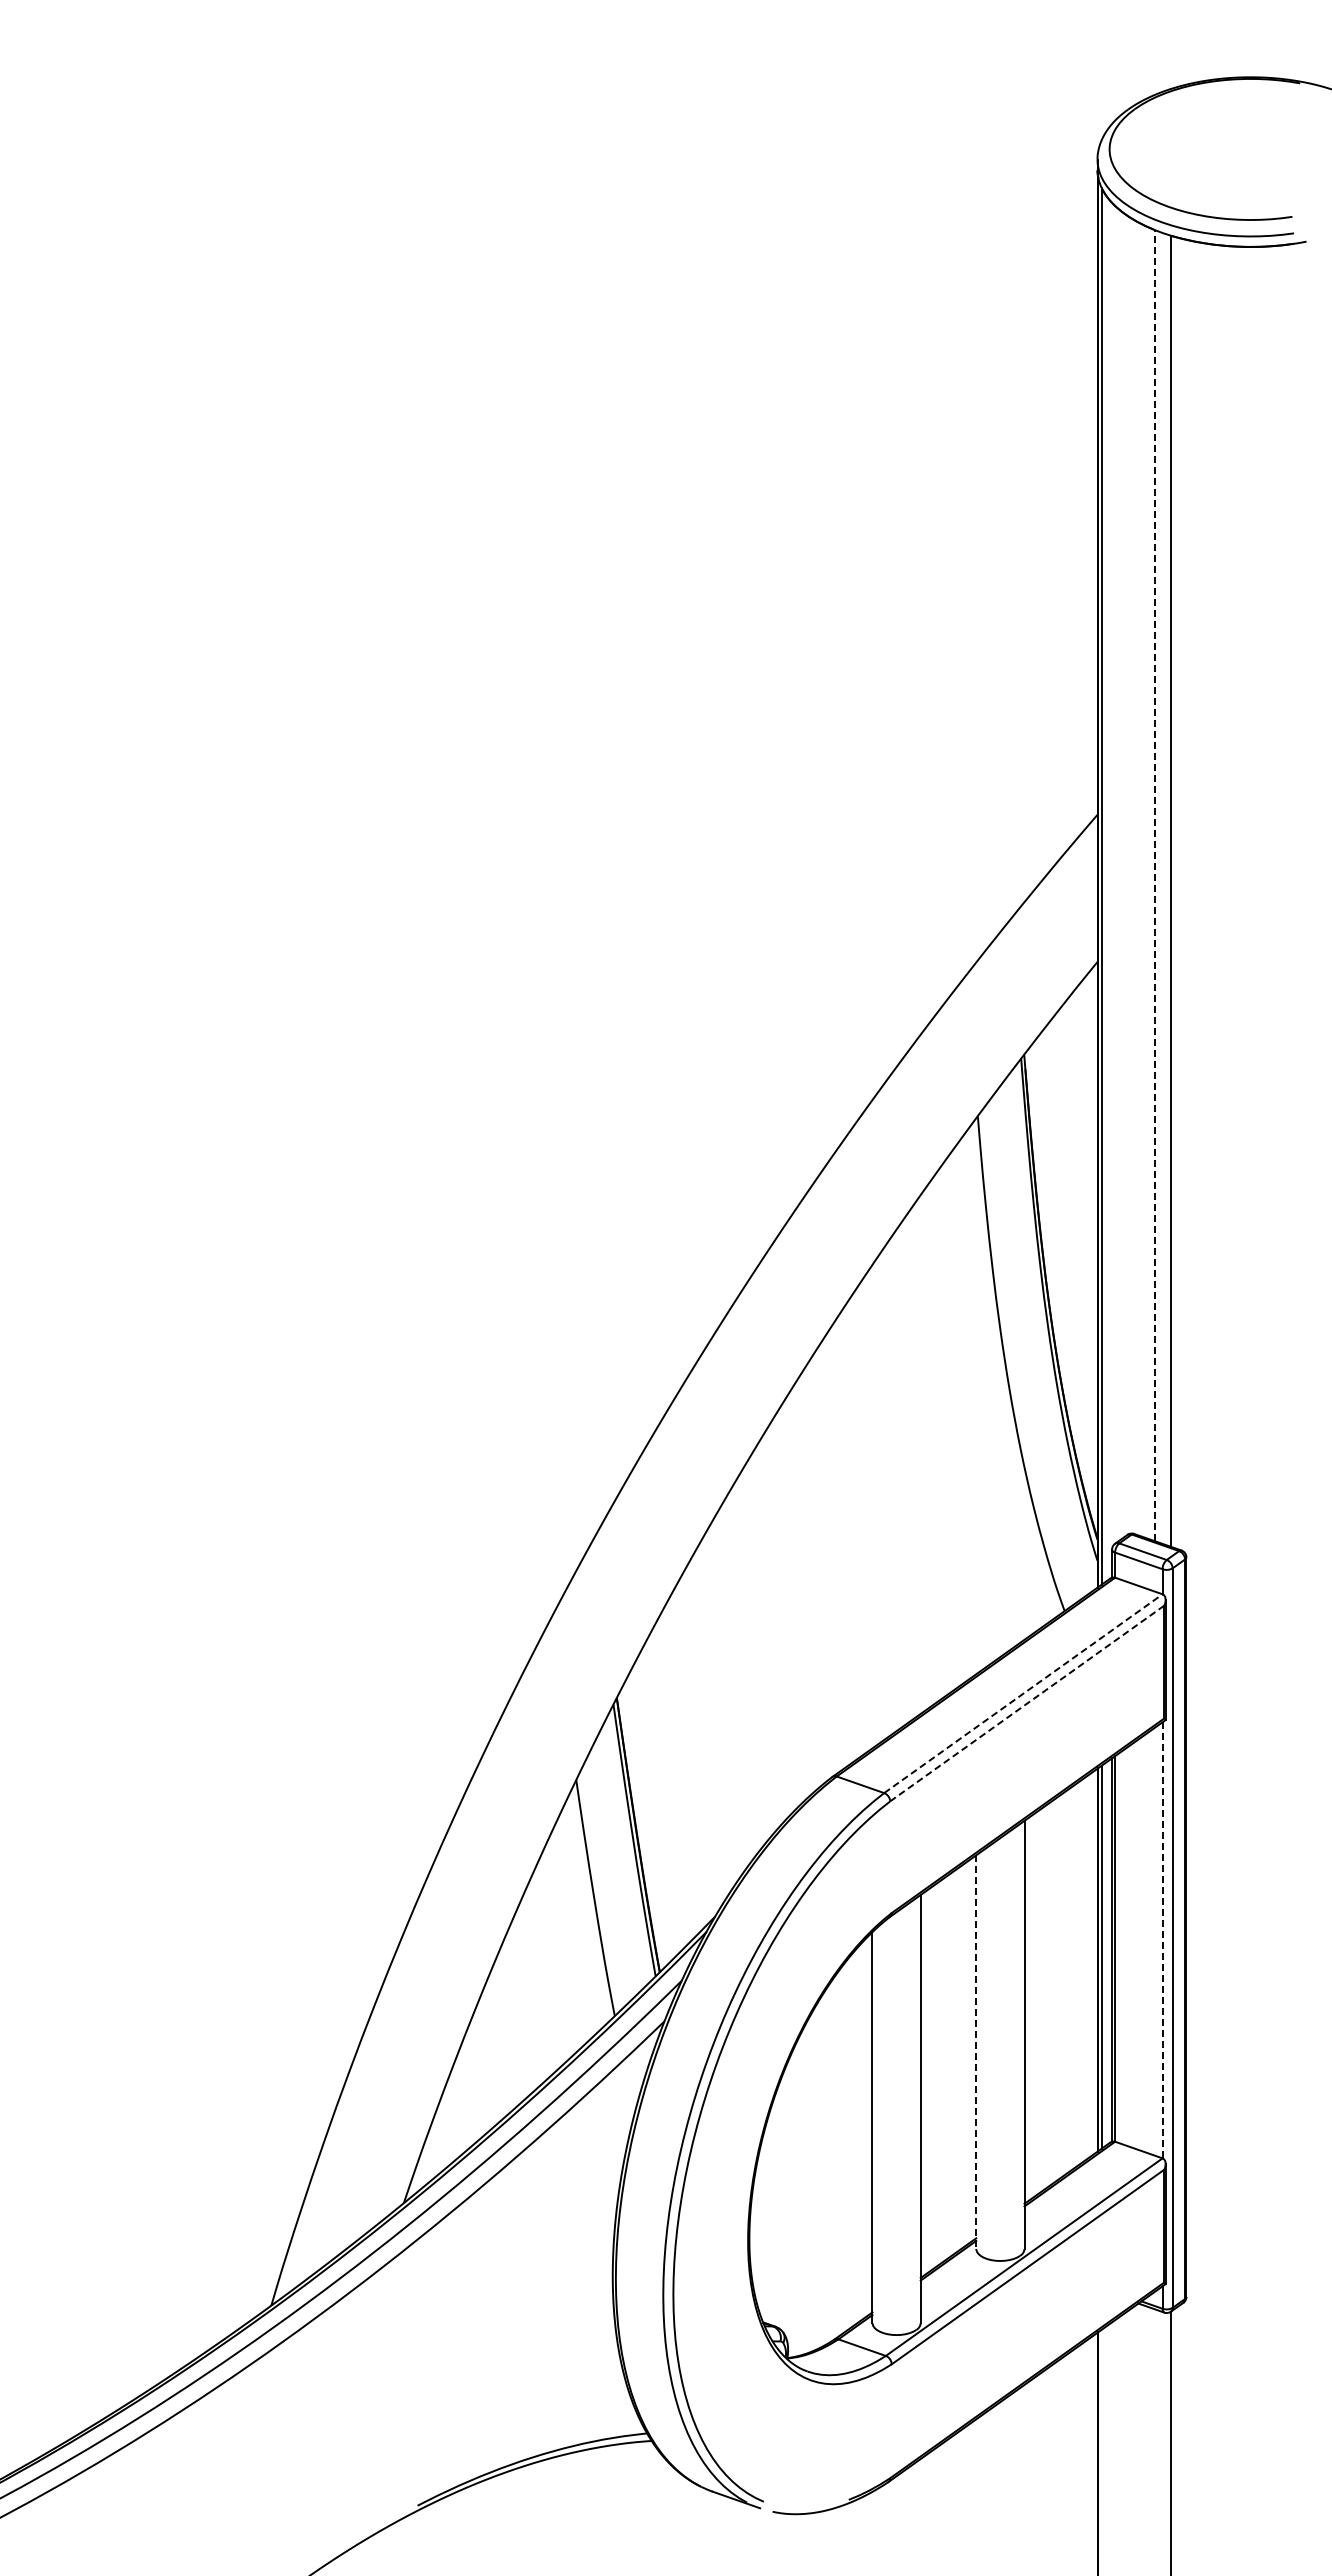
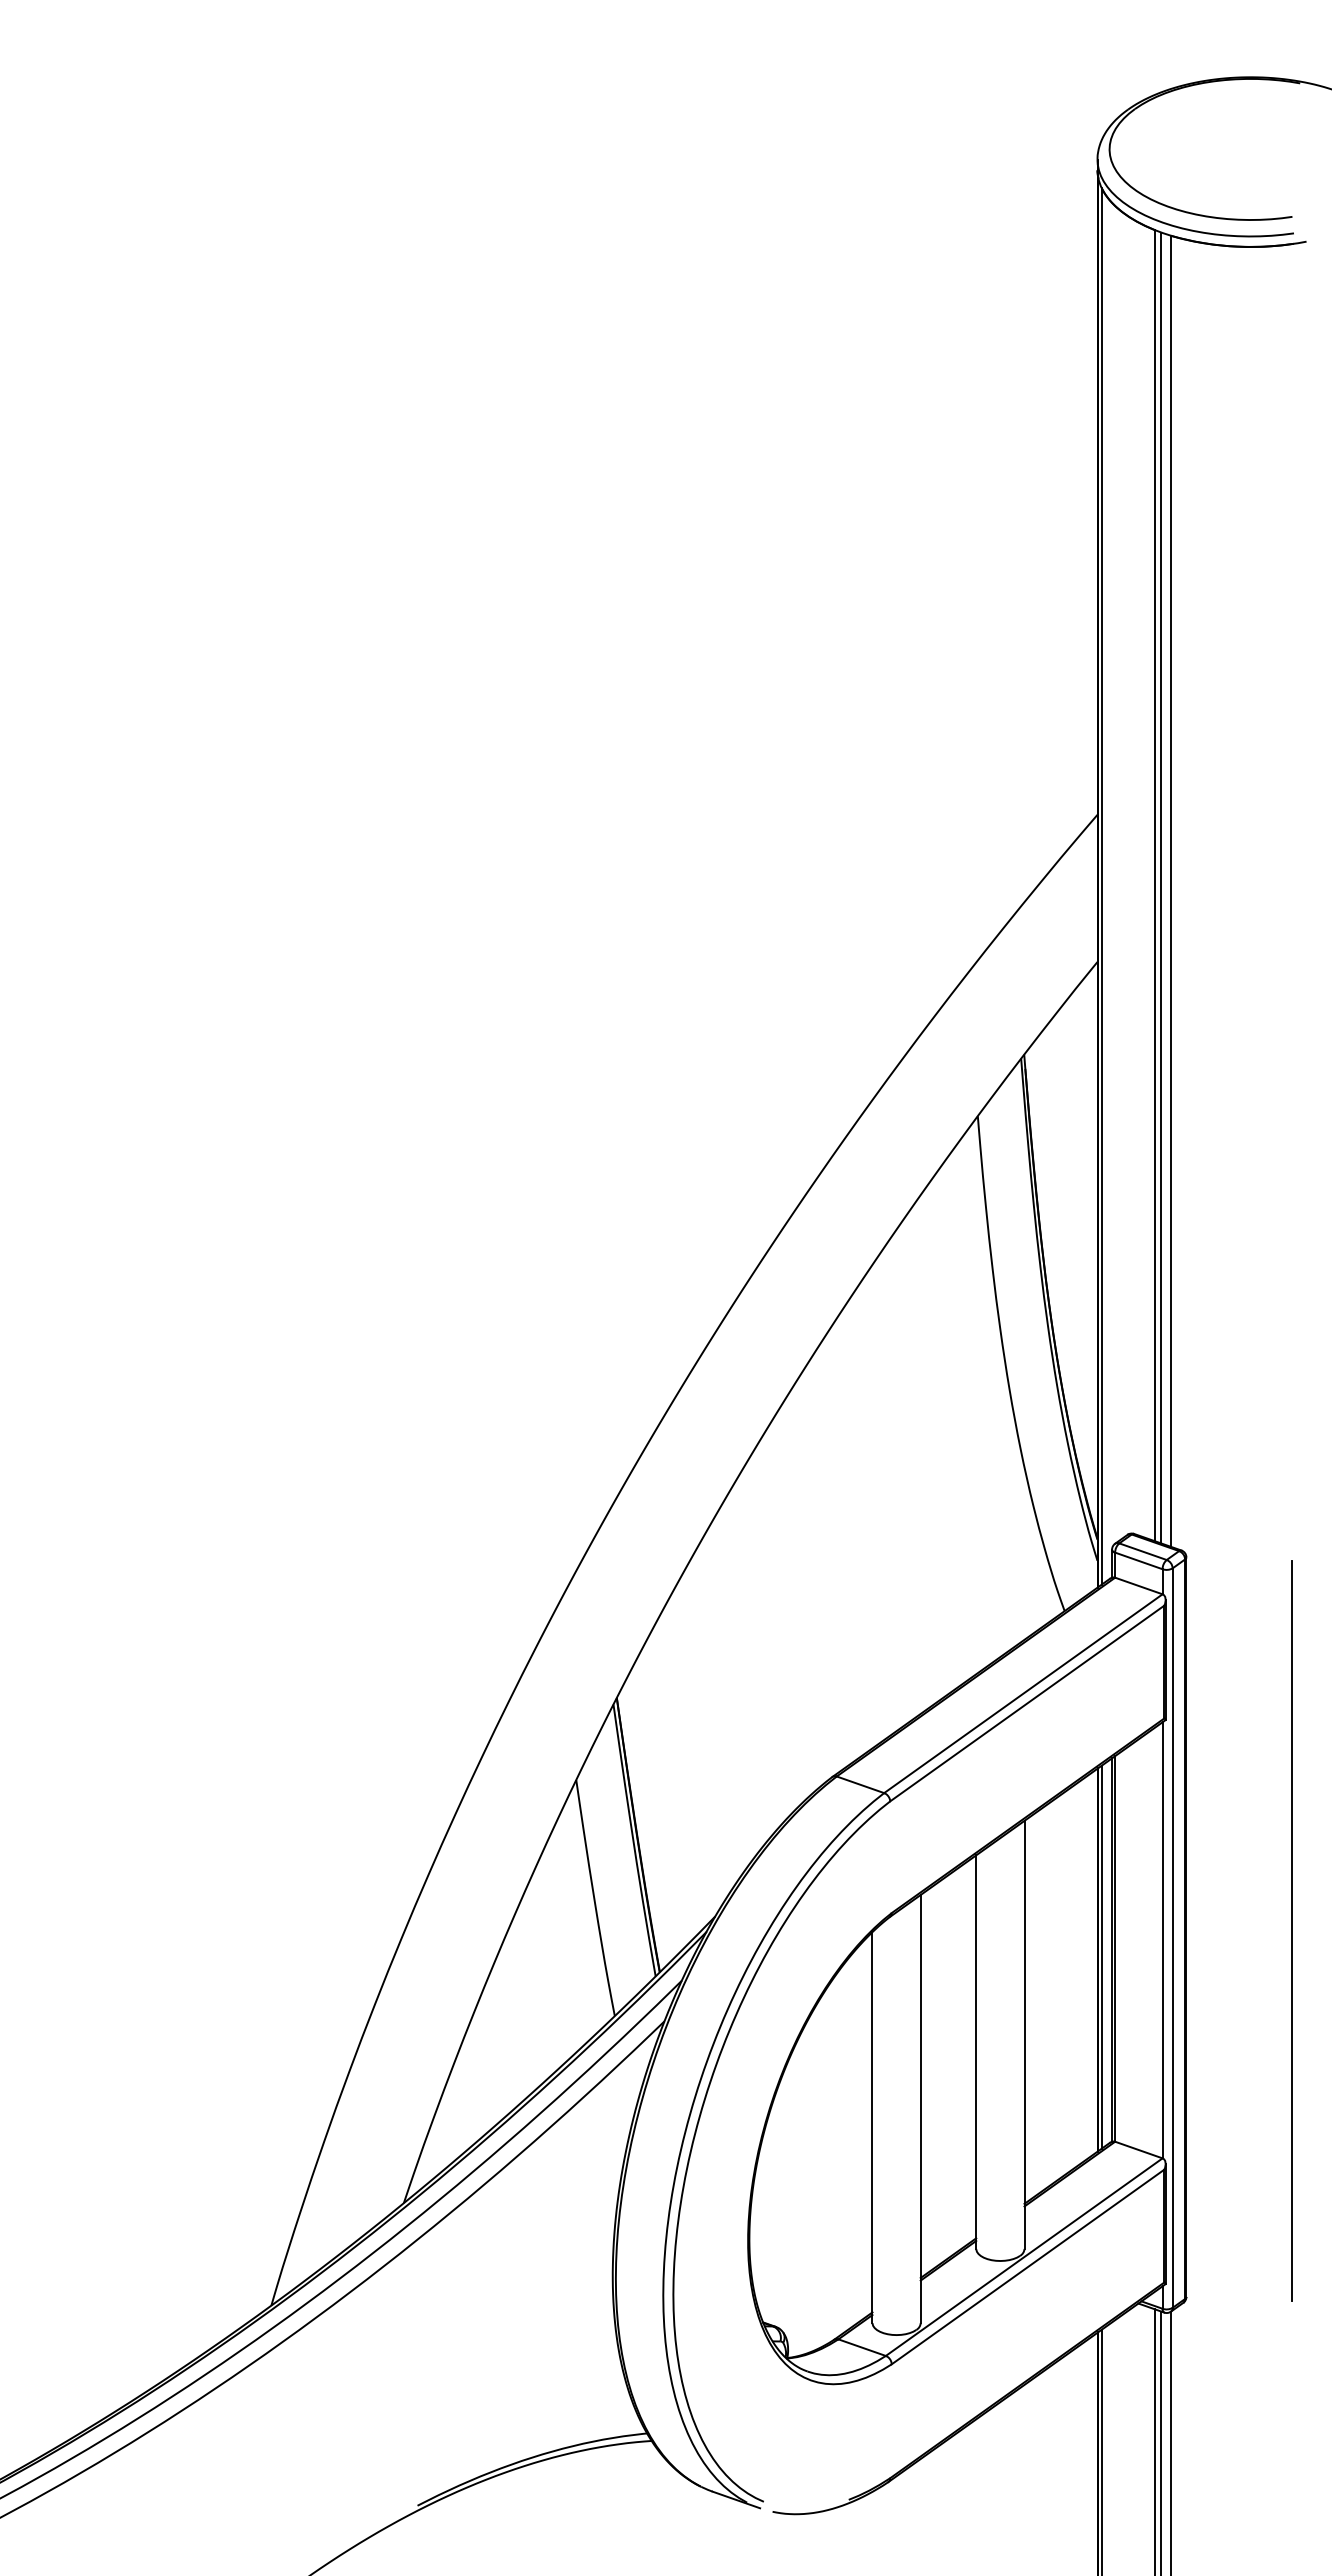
line at (1155, 885): dashed -> solid
line at (1161, 887): none -> present
line at (1023, 1693): dashed -> solid
line at (1026, 1703): dashed -> solid
line at (1291, 1930): none -> present
line at (1162, 1939): dashed -> solid
line at (976, 2052): dashed -> solid
line at (1155, 2440): none -> present
line at (1161, 2441): none -> present
line at (1101, 2450): none -> present
